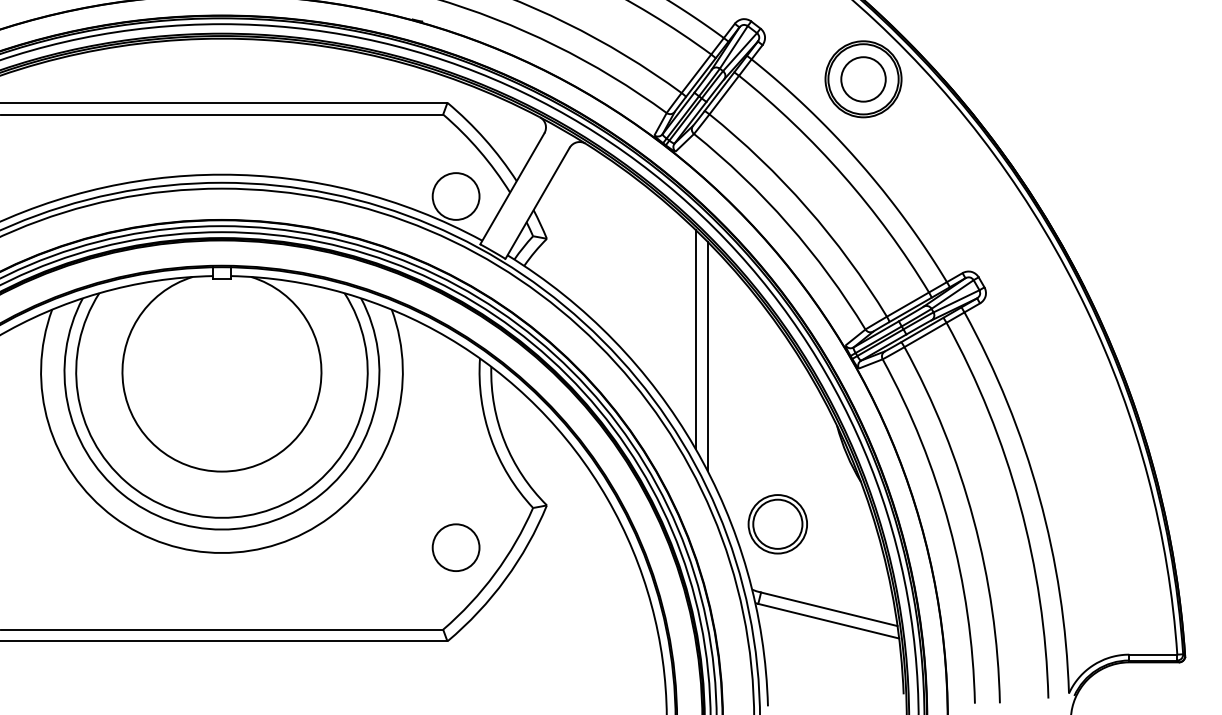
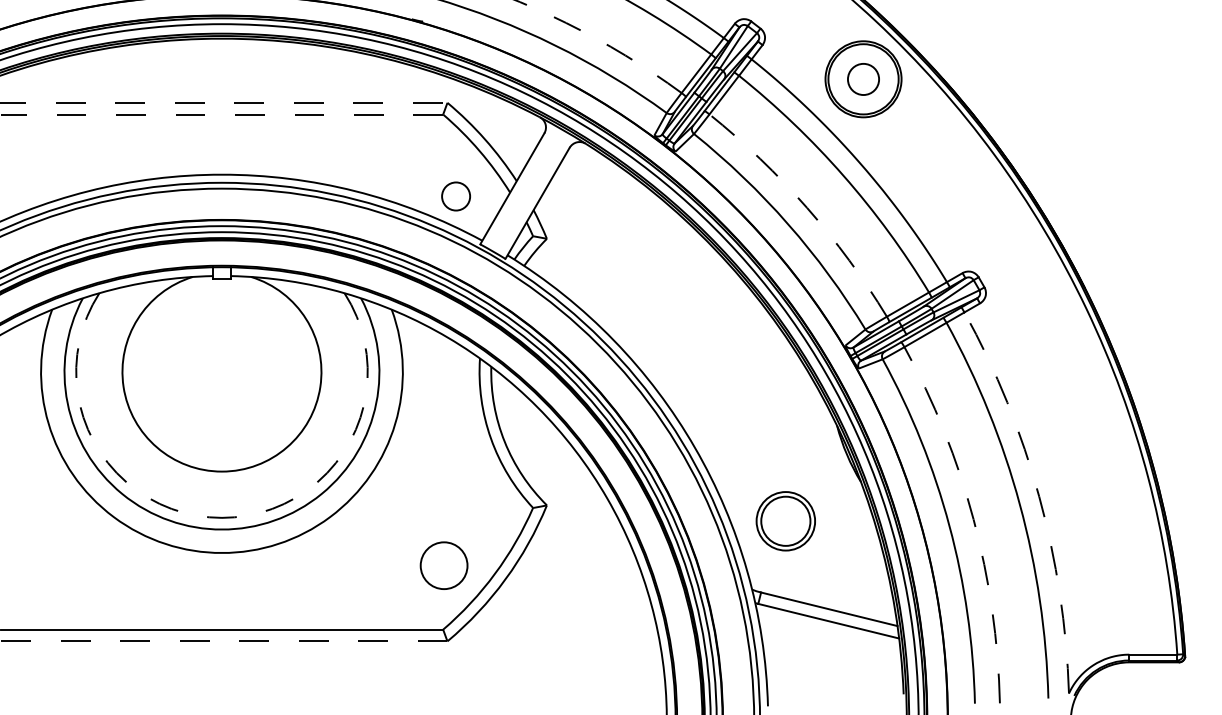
arc at (600, 41): solid -> dashed
circle at (863, 79) diameter: 44 px -> 31 px
line at (224, 102): solid -> dashed
line at (221, 114): solid -> dashed
circle at (455, 196) diameter: 47 px -> 28 px
arc at (807, 207): solid -> dashed
line at (695, 339): present -> none
line at (707, 355): present -> none
arc at (1039, 496): solid -> dashed
arc at (221, 517): solid -> dashed
arc at (973, 519): solid -> dashed
part at (777, 524) position: (777, 524) -> (785, 521)
circle at (455, 547) position: (455, 547) -> (443, 565)
line at (223, 641): solid -> dashed
